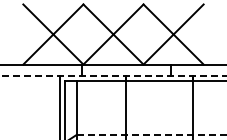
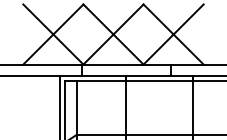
line at (113, 75): dashed -> solid
line at (151, 135): dashed -> solid
